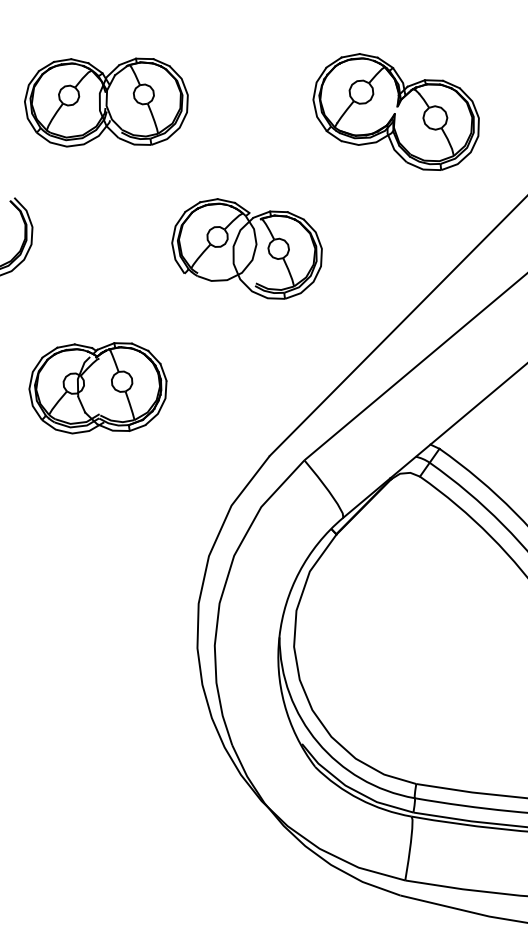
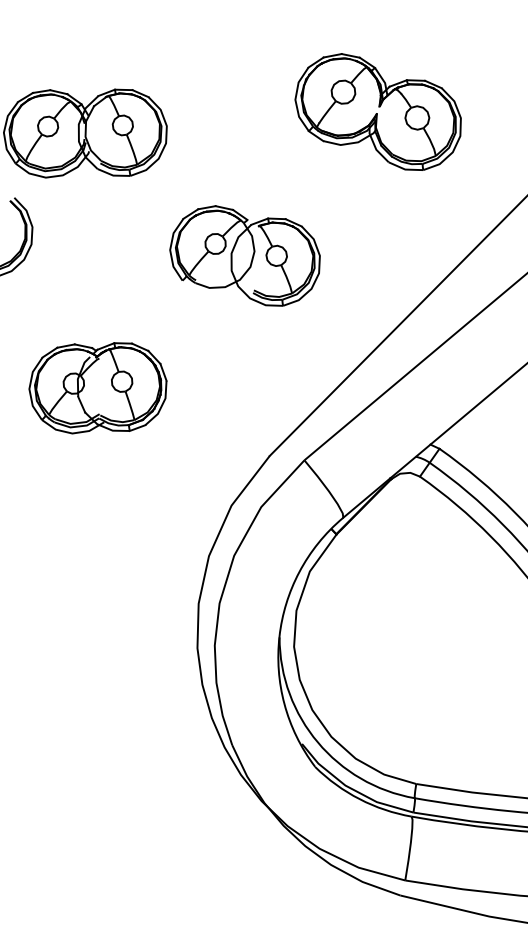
part at (106, 102) position: (106, 102) -> (85, 133)
part at (395, 111) position: (395, 111) -> (377, 111)
part at (246, 248) position: (246, 248) -> (244, 255)
